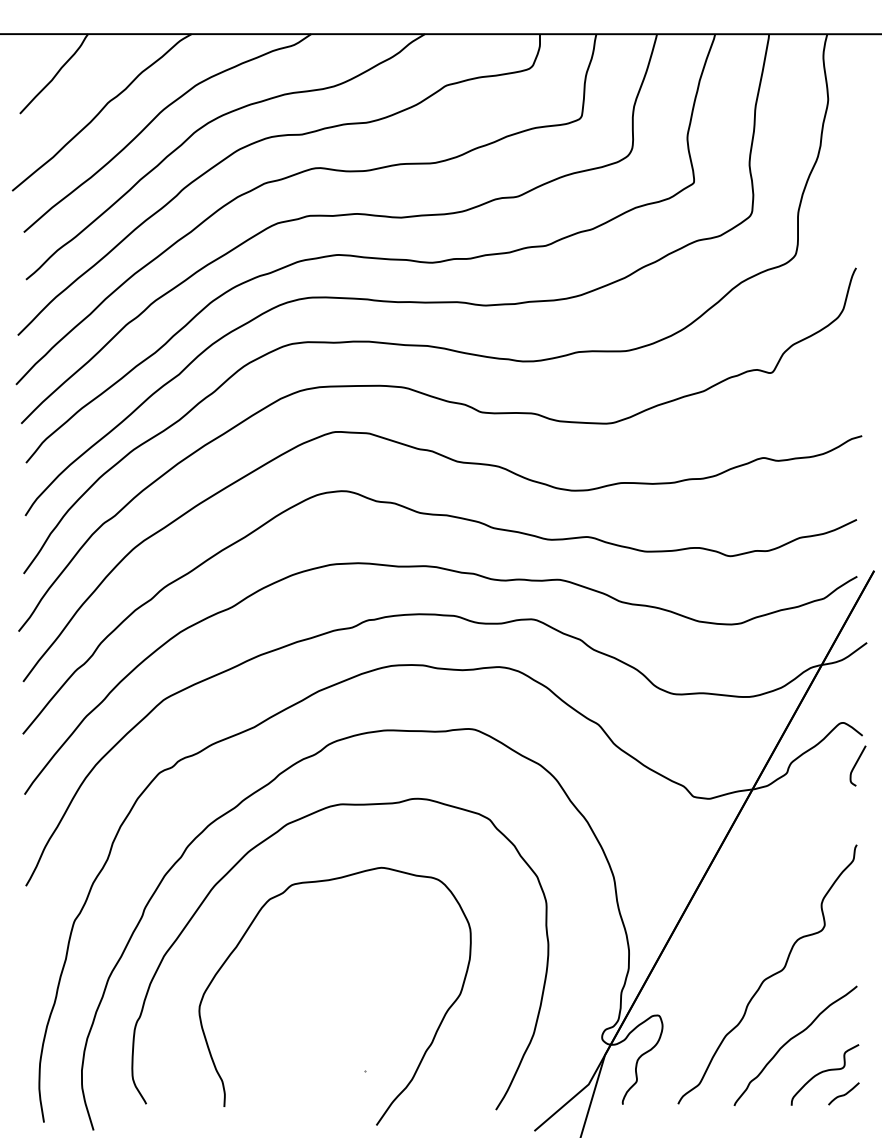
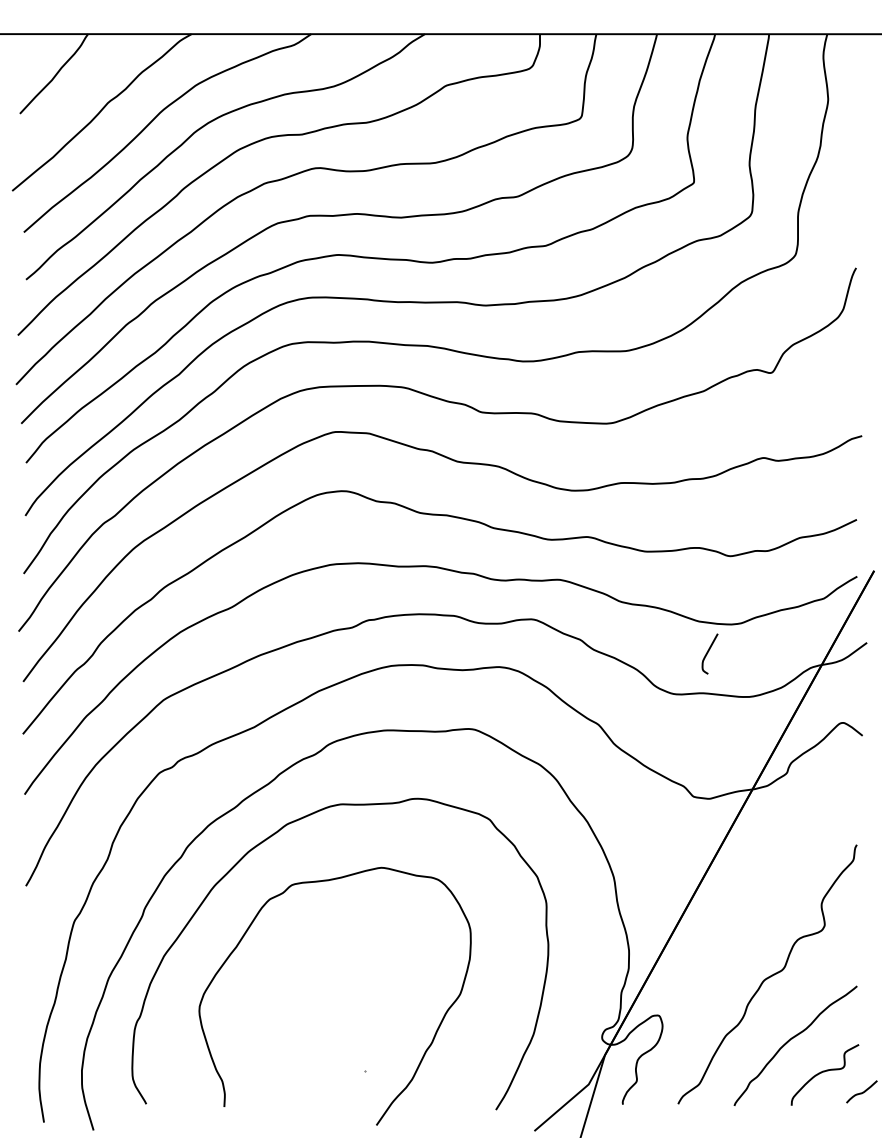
curve at (856, 765) position: (856, 765) -> (708, 653)
curve at (844, 1093) position: (844, 1093) -> (862, 1091)
